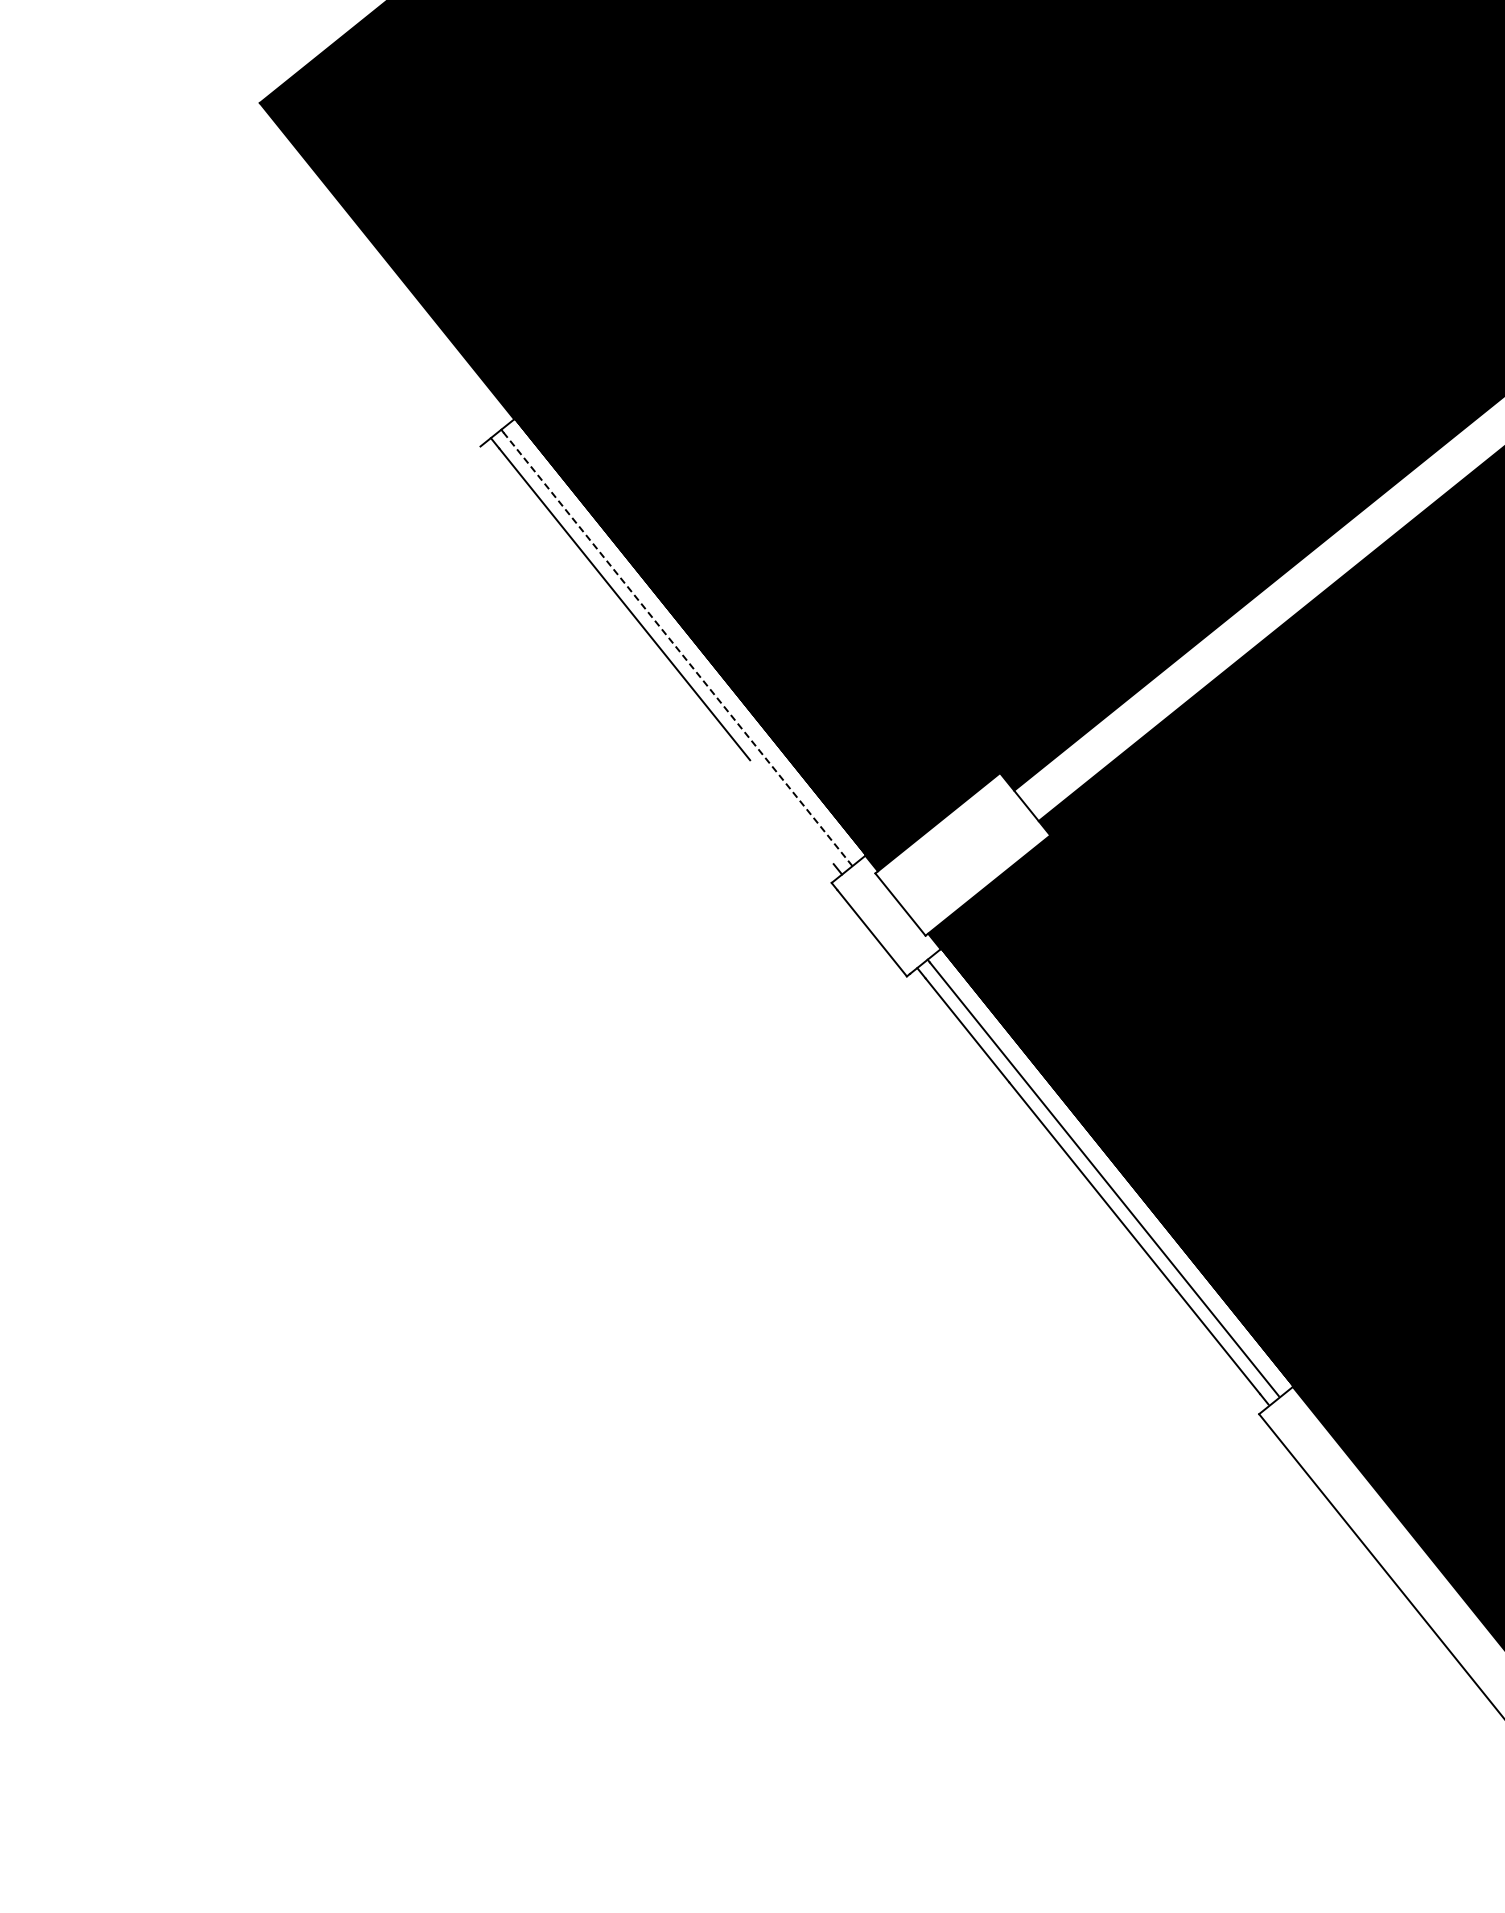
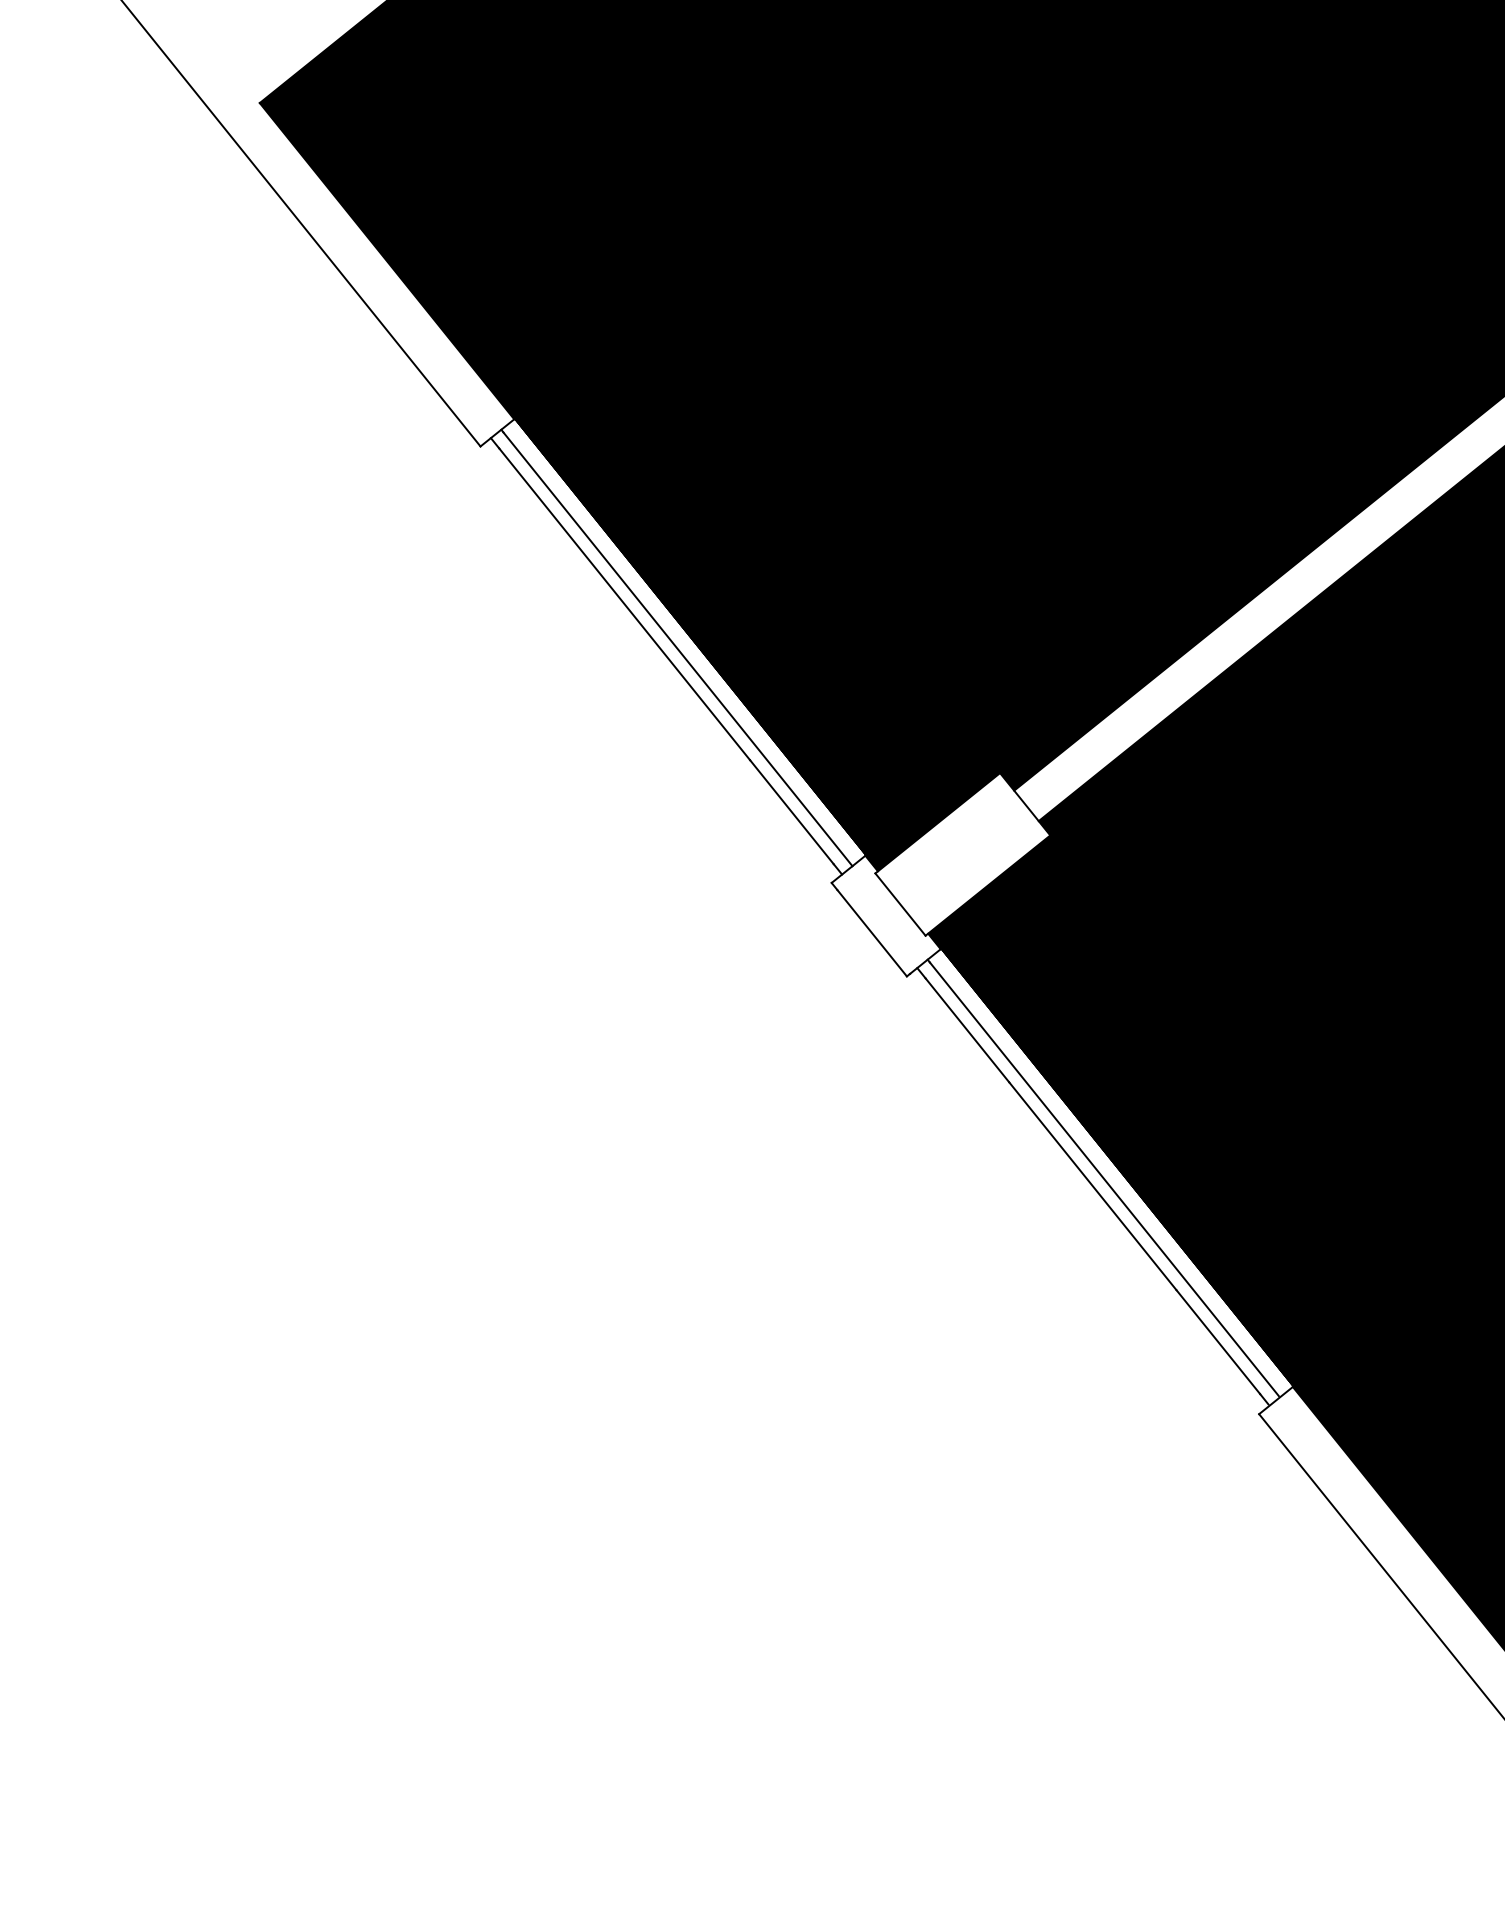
line at (301, 224): none -> present
line at (677, 648): dashed -> solid
line at (791, 812): none -> present
